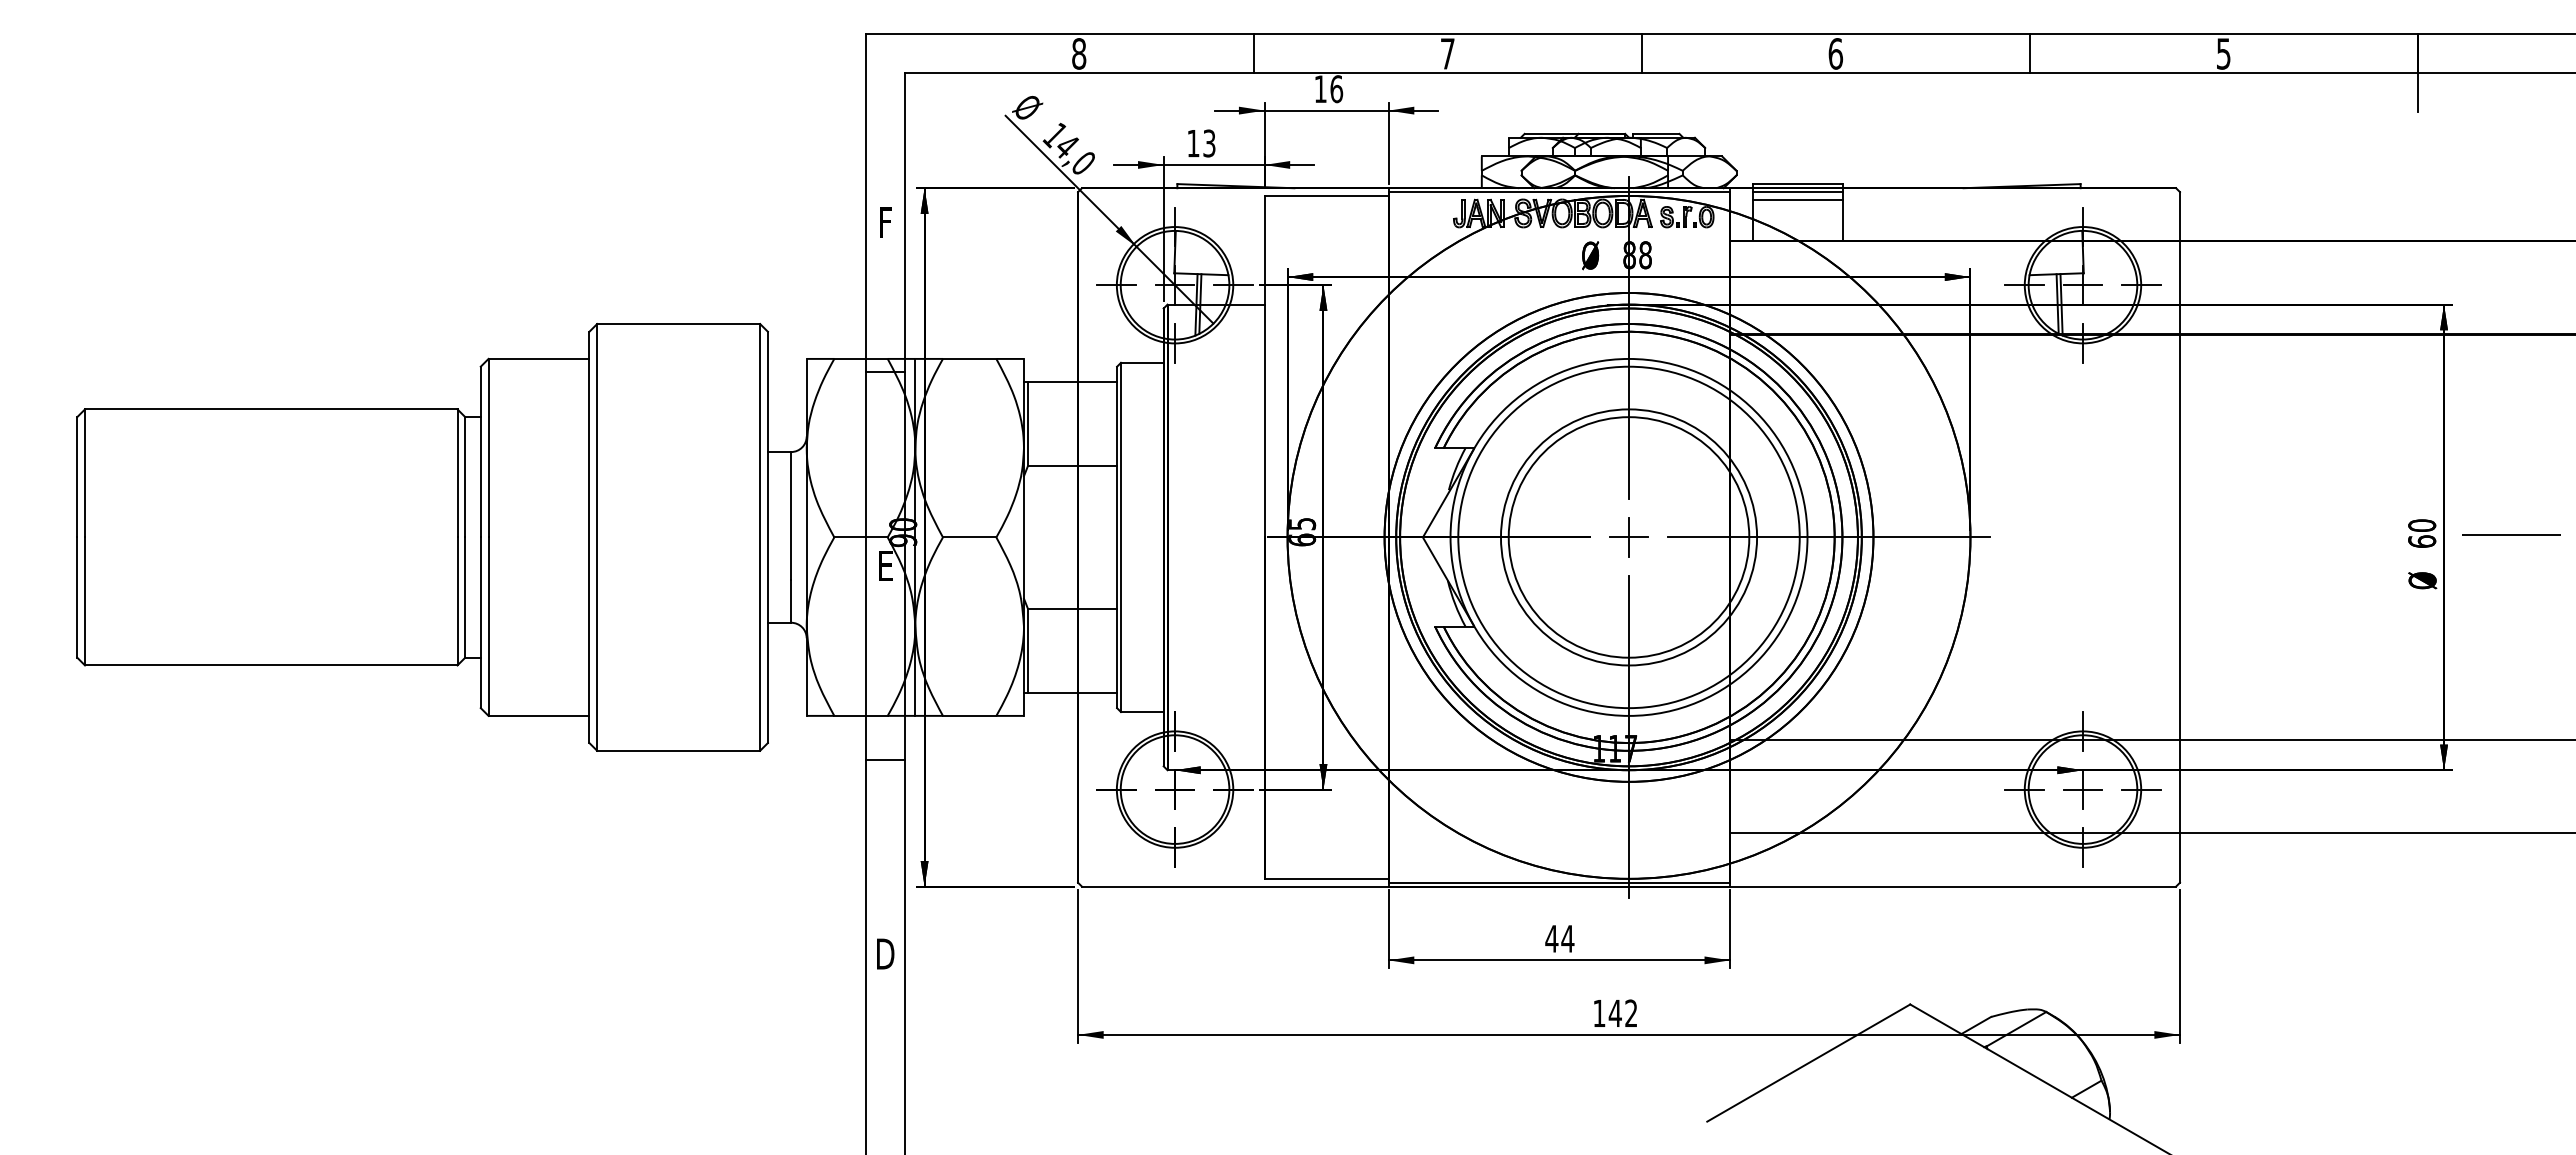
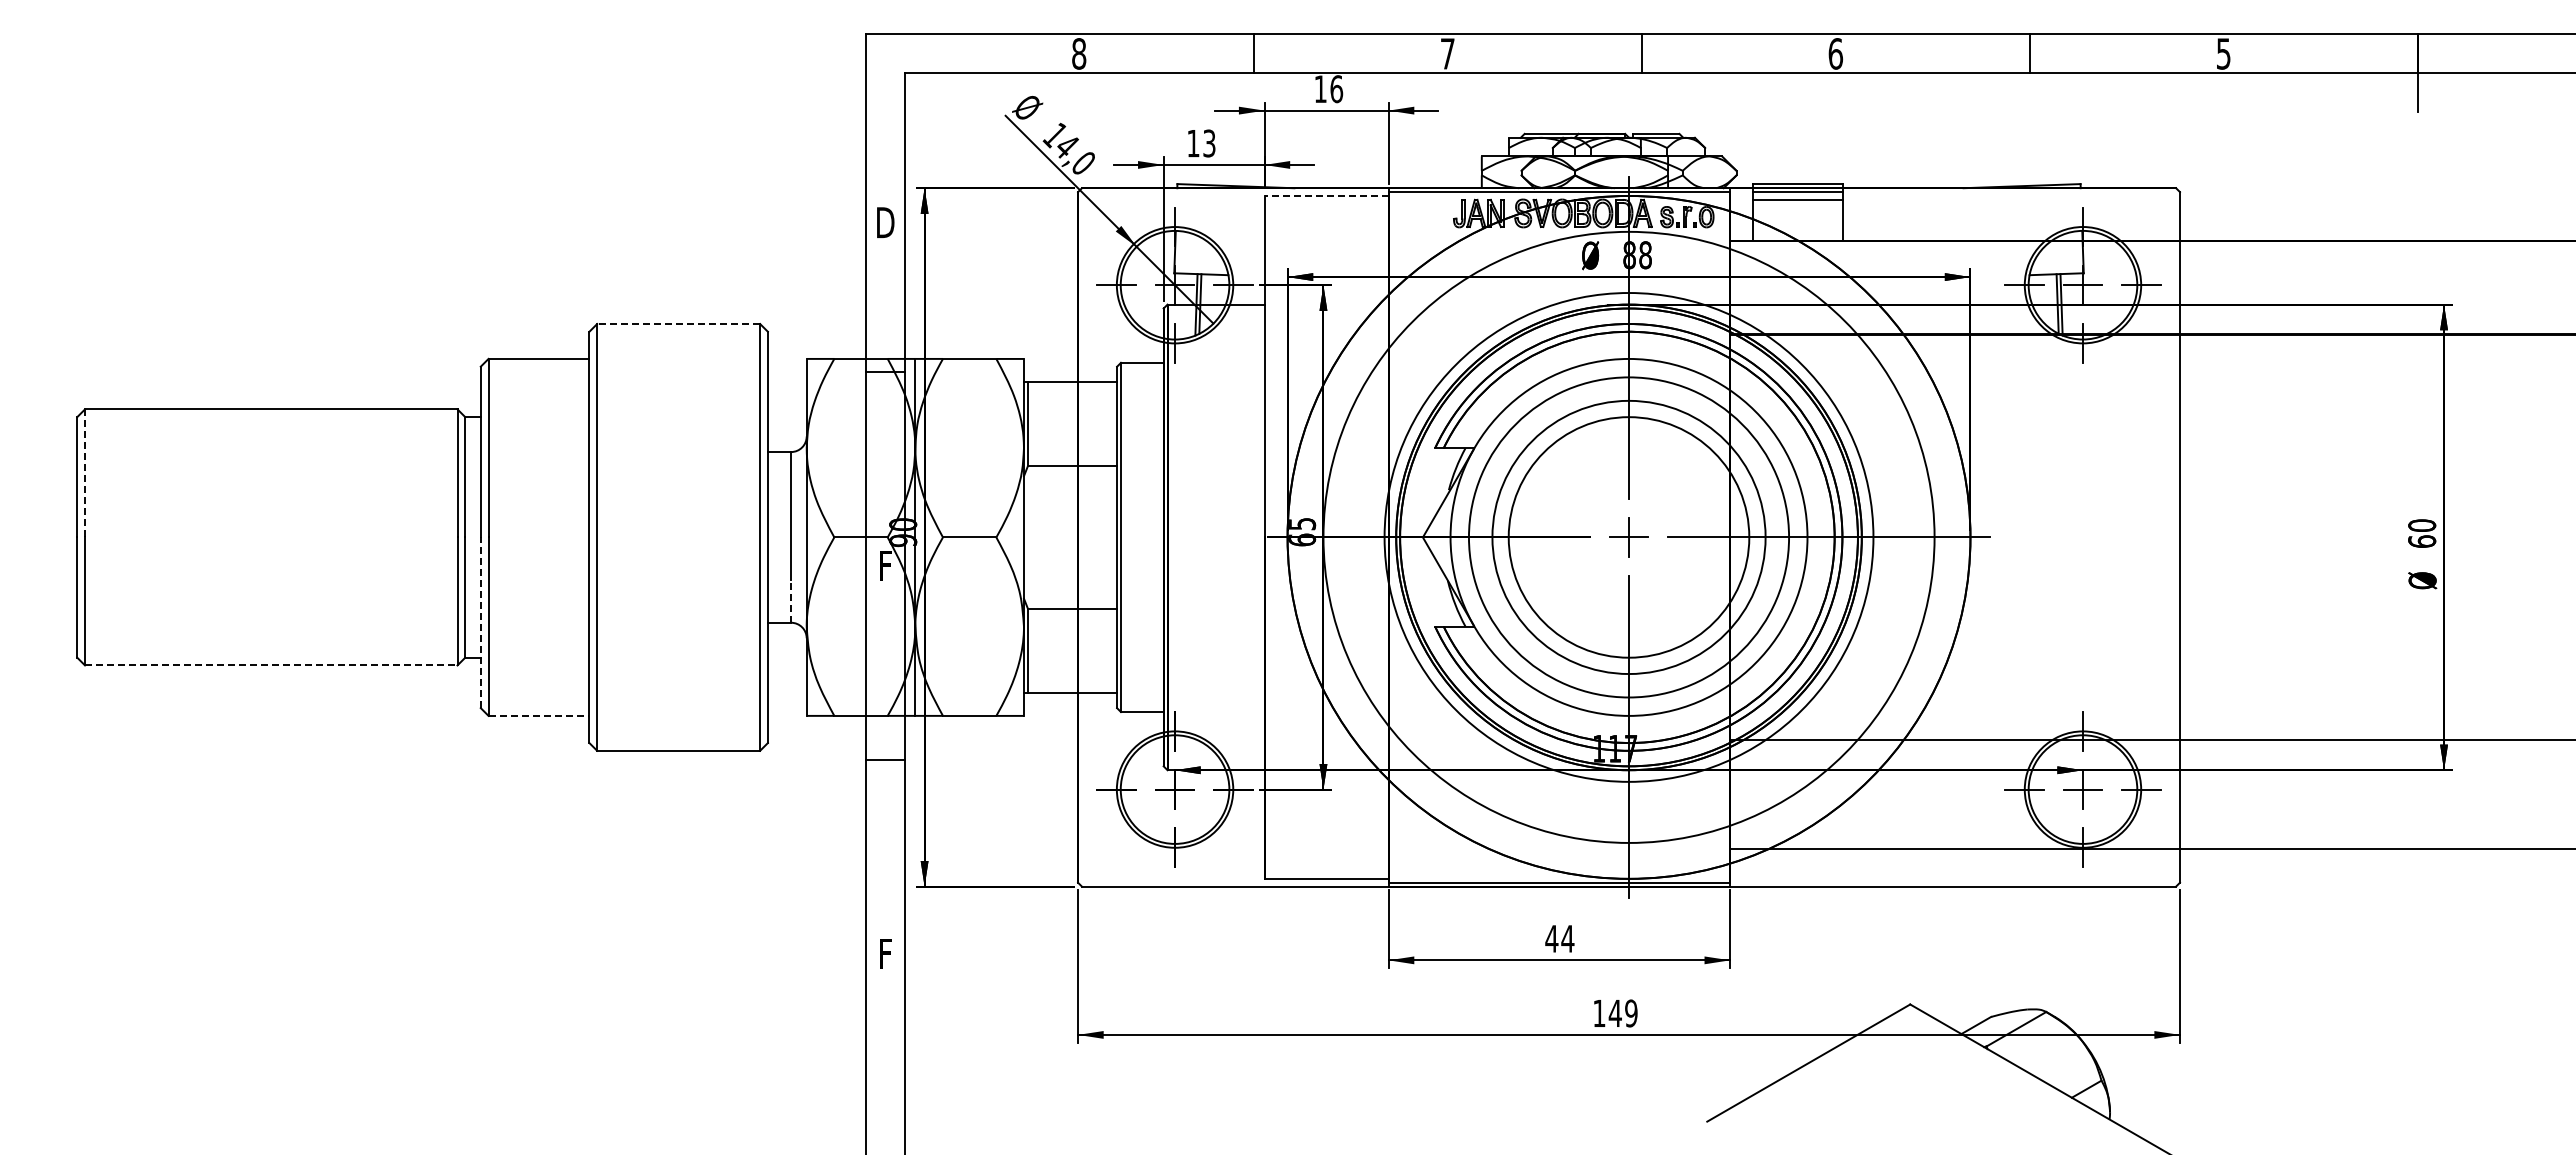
line at (1326, 196): solid -> dashed
text at (885, 222): F -> D
line at (678, 324): solid -> dashed
line at (85, 473): solid -> dashed
line at (2517, 535): present -> none
circle at (1628, 536) diameter: 489 px -> 611 px
circle at (1628, 537) diameter: 256 px -> 320 px
circle at (1628, 537) diameter: 341 px -> 273 px
text at (885, 565): E -> F
line at (791, 600): solid -> dashed
line at (480, 622): solid -> dashed
line at (271, 665): solid -> dashed
line at (539, 715): solid -> dashed
line at (2151, 833) position: (2151, 833) -> (2151, 849)
text at (885, 953): D -> F
text at (1631, 1013): 142 -> 149
